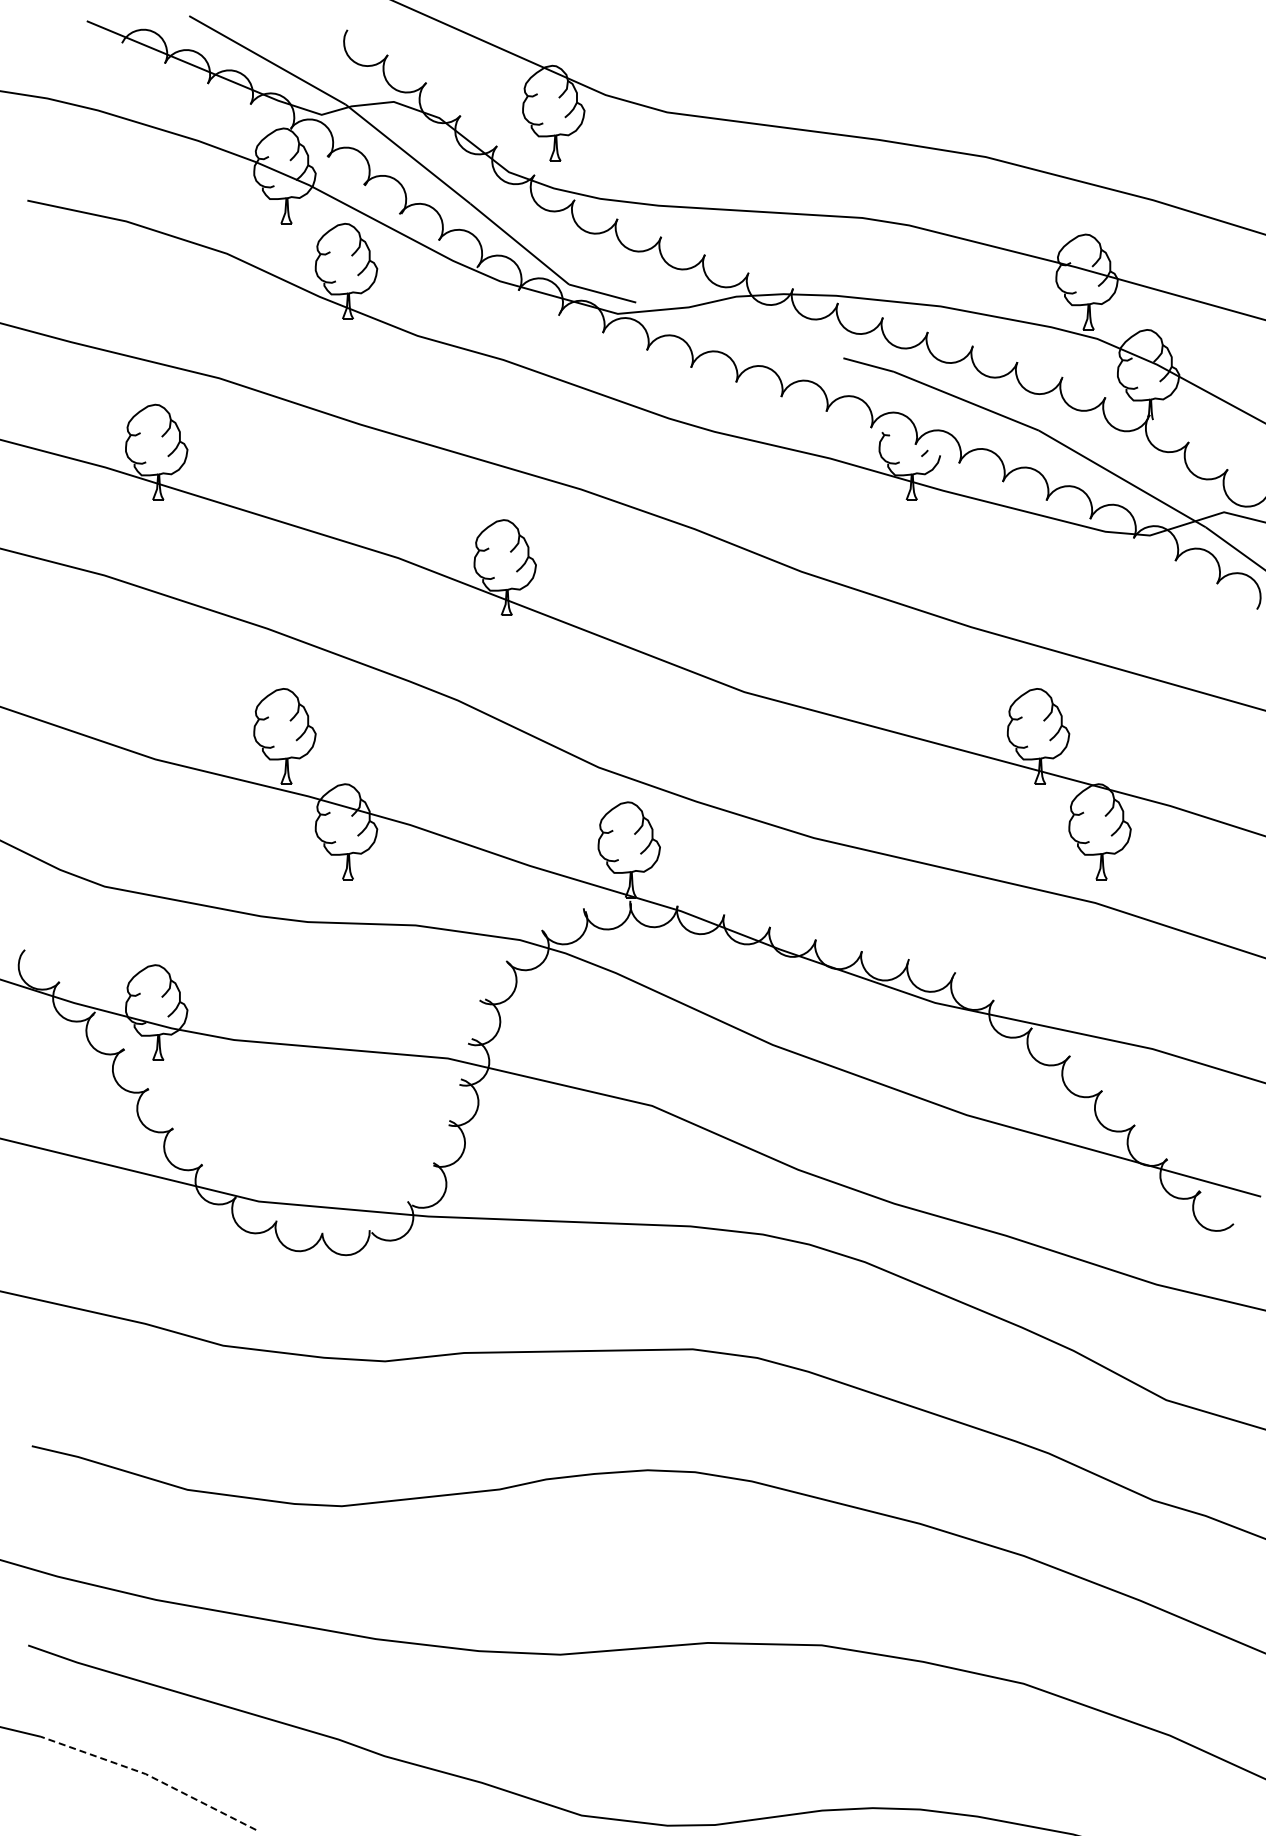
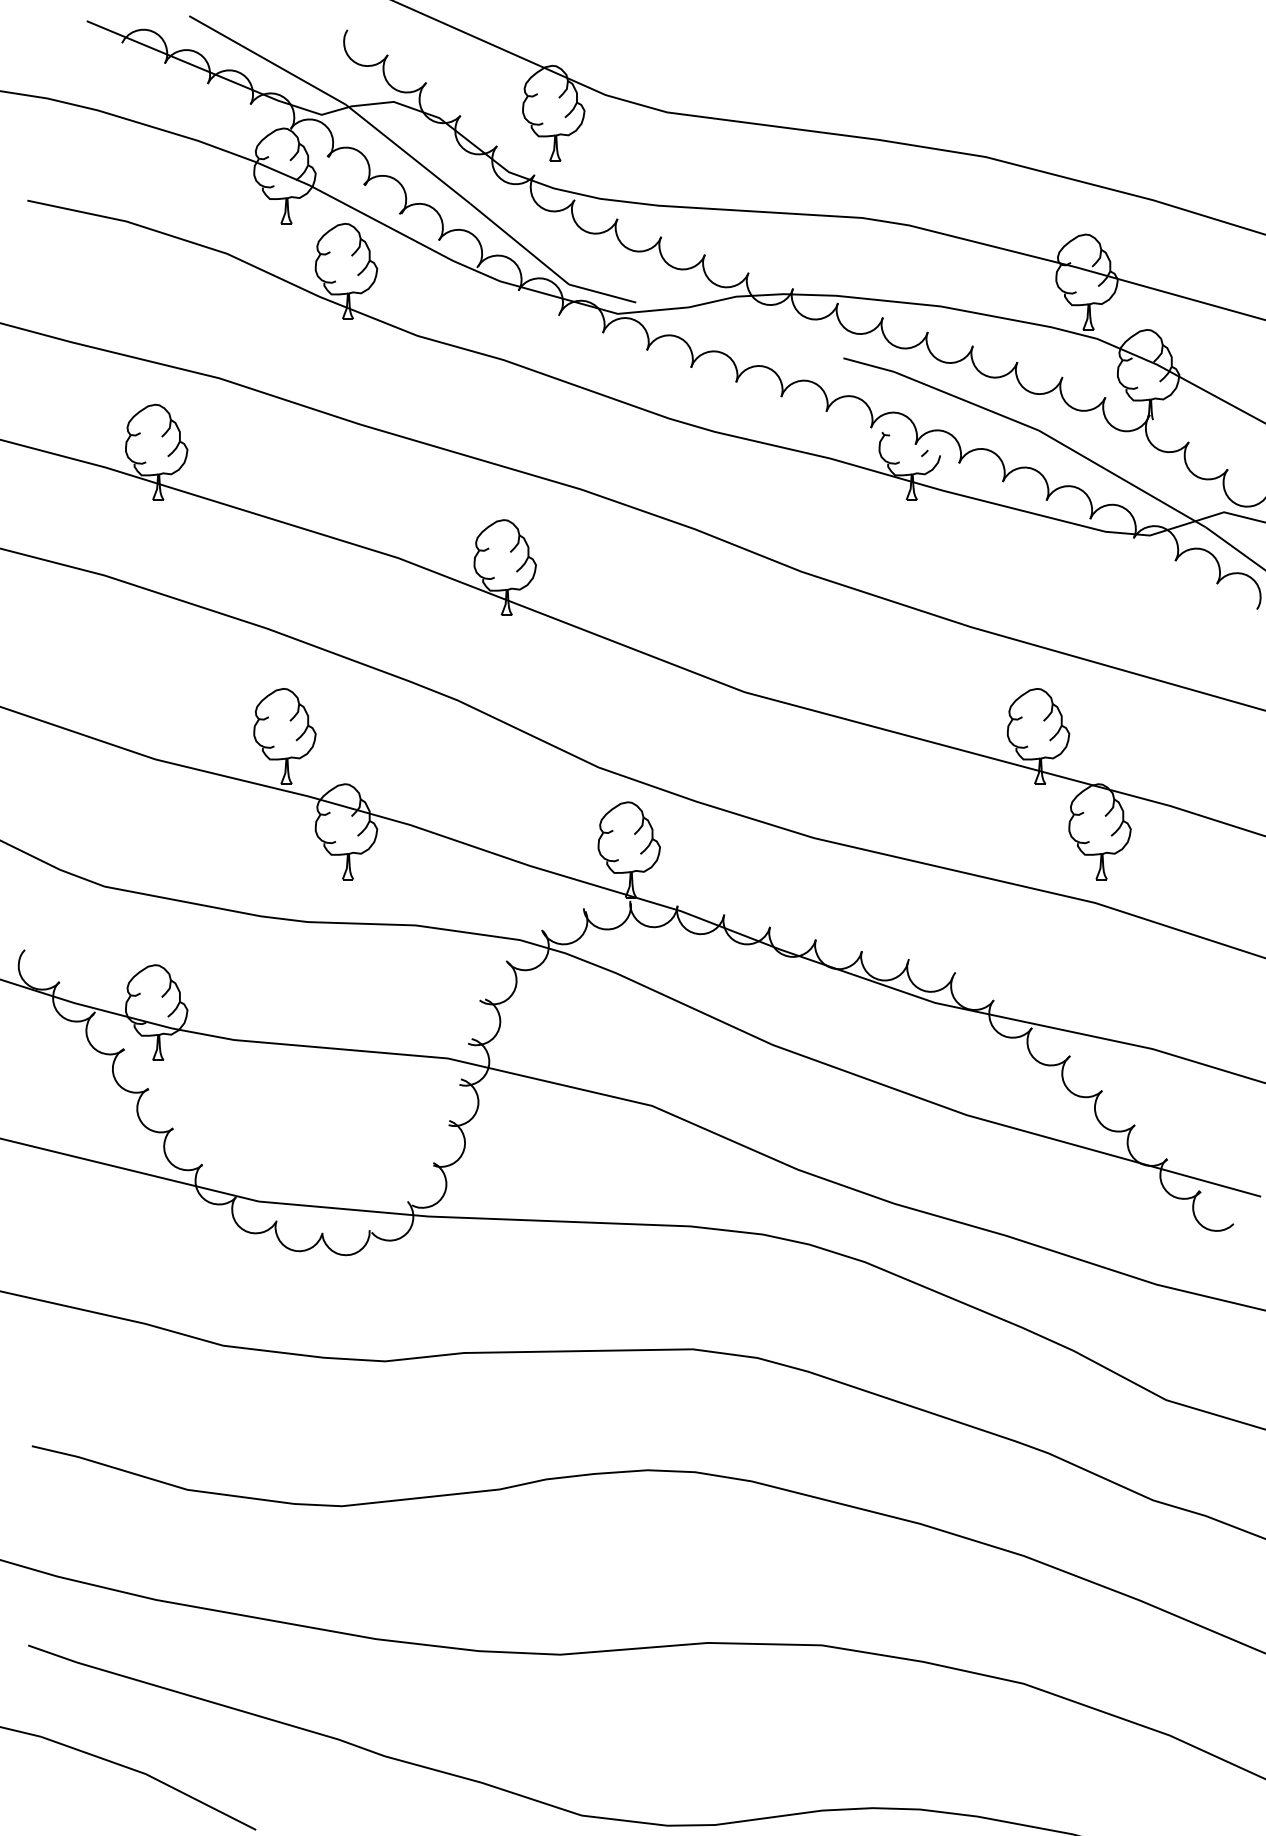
line at (150, 1776): dashed -> solid
